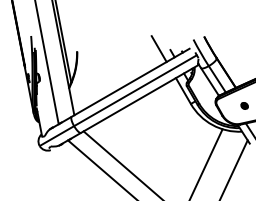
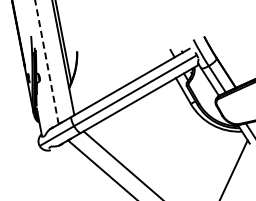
line at (158, 49): present -> none
line at (46, 62): solid -> dashed
part at (244, 105): present -> none
line at (206, 163): present -> none
